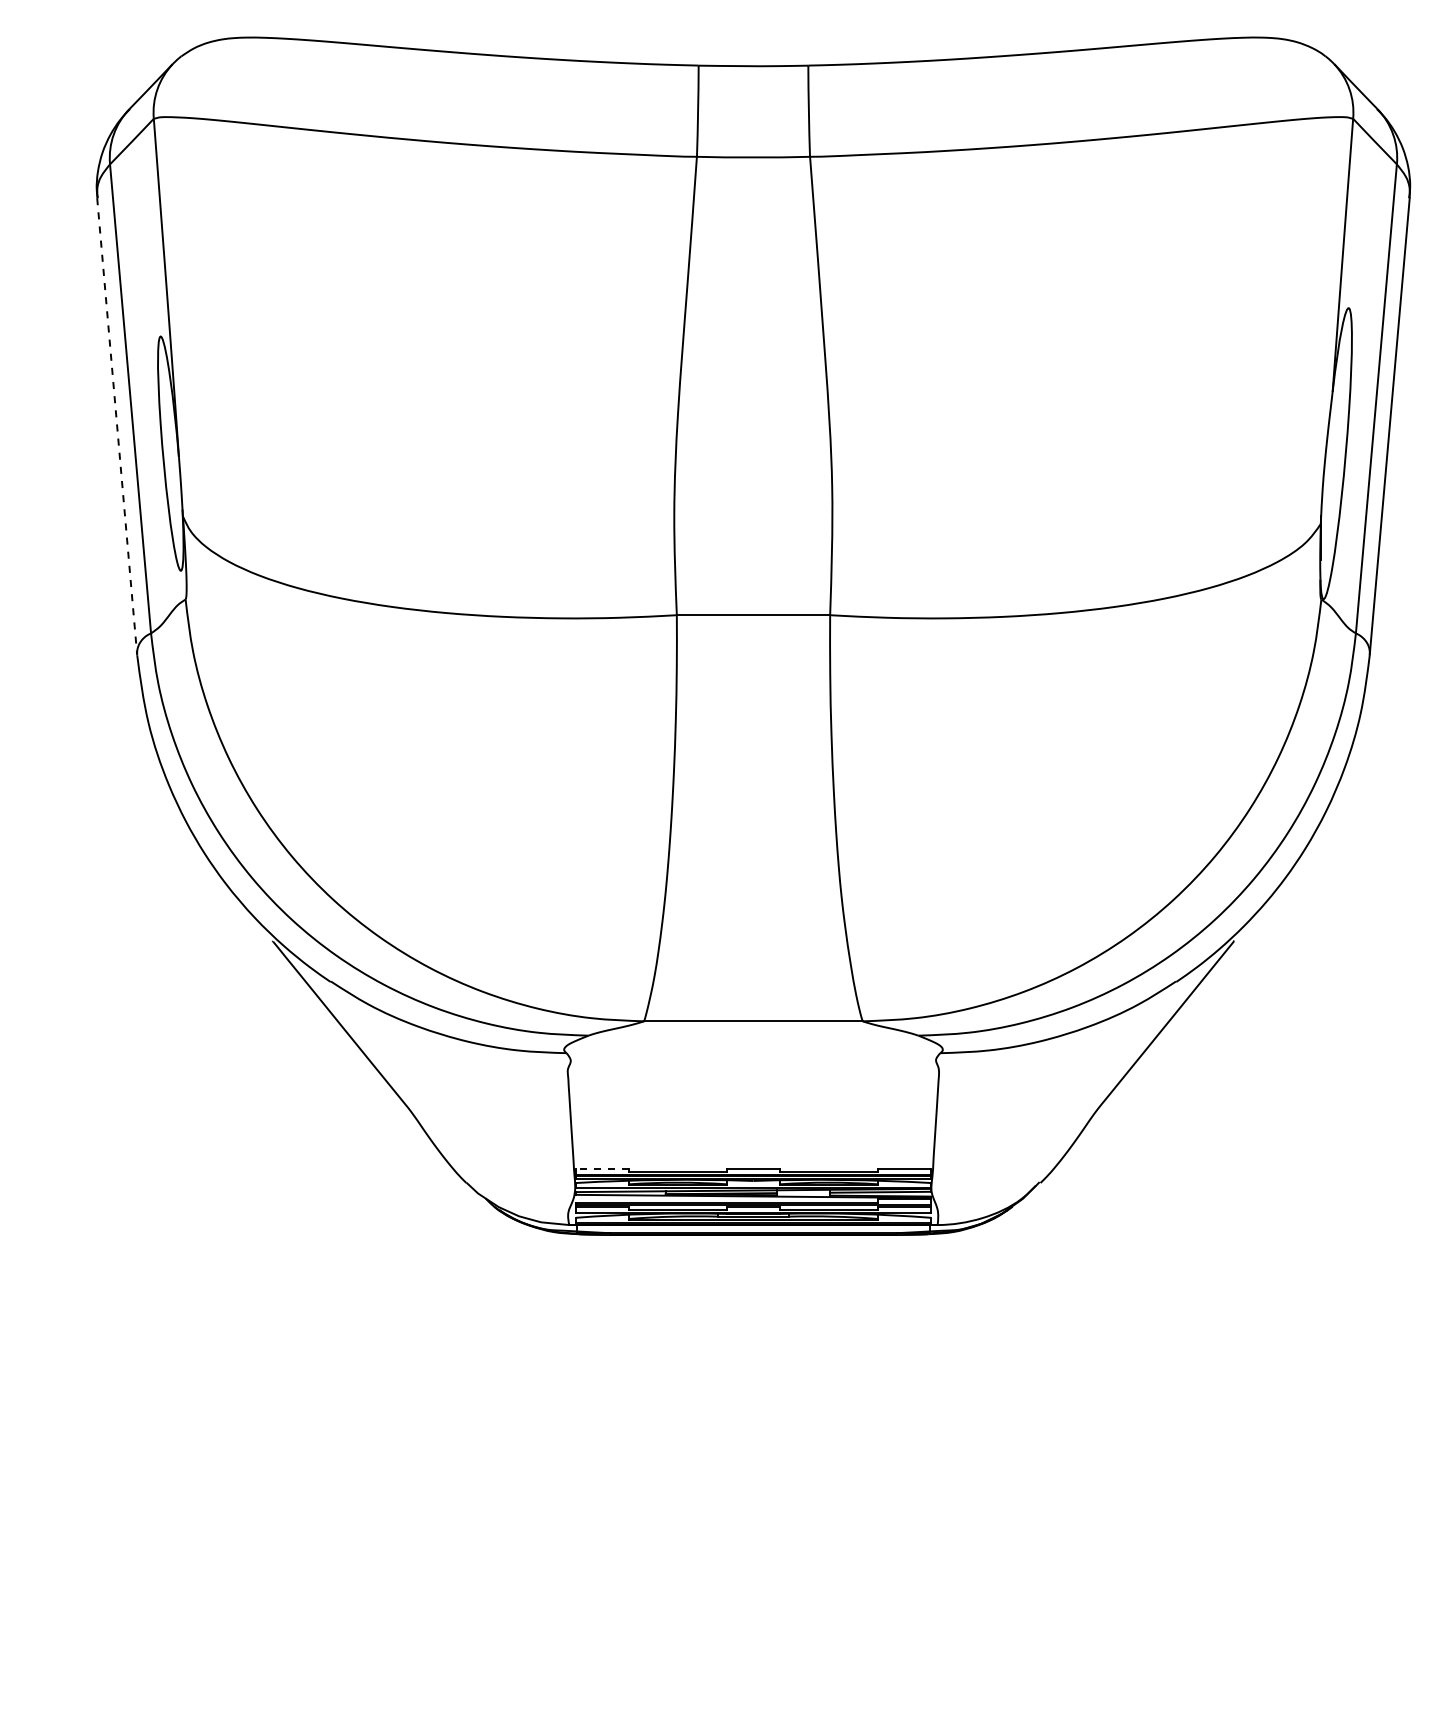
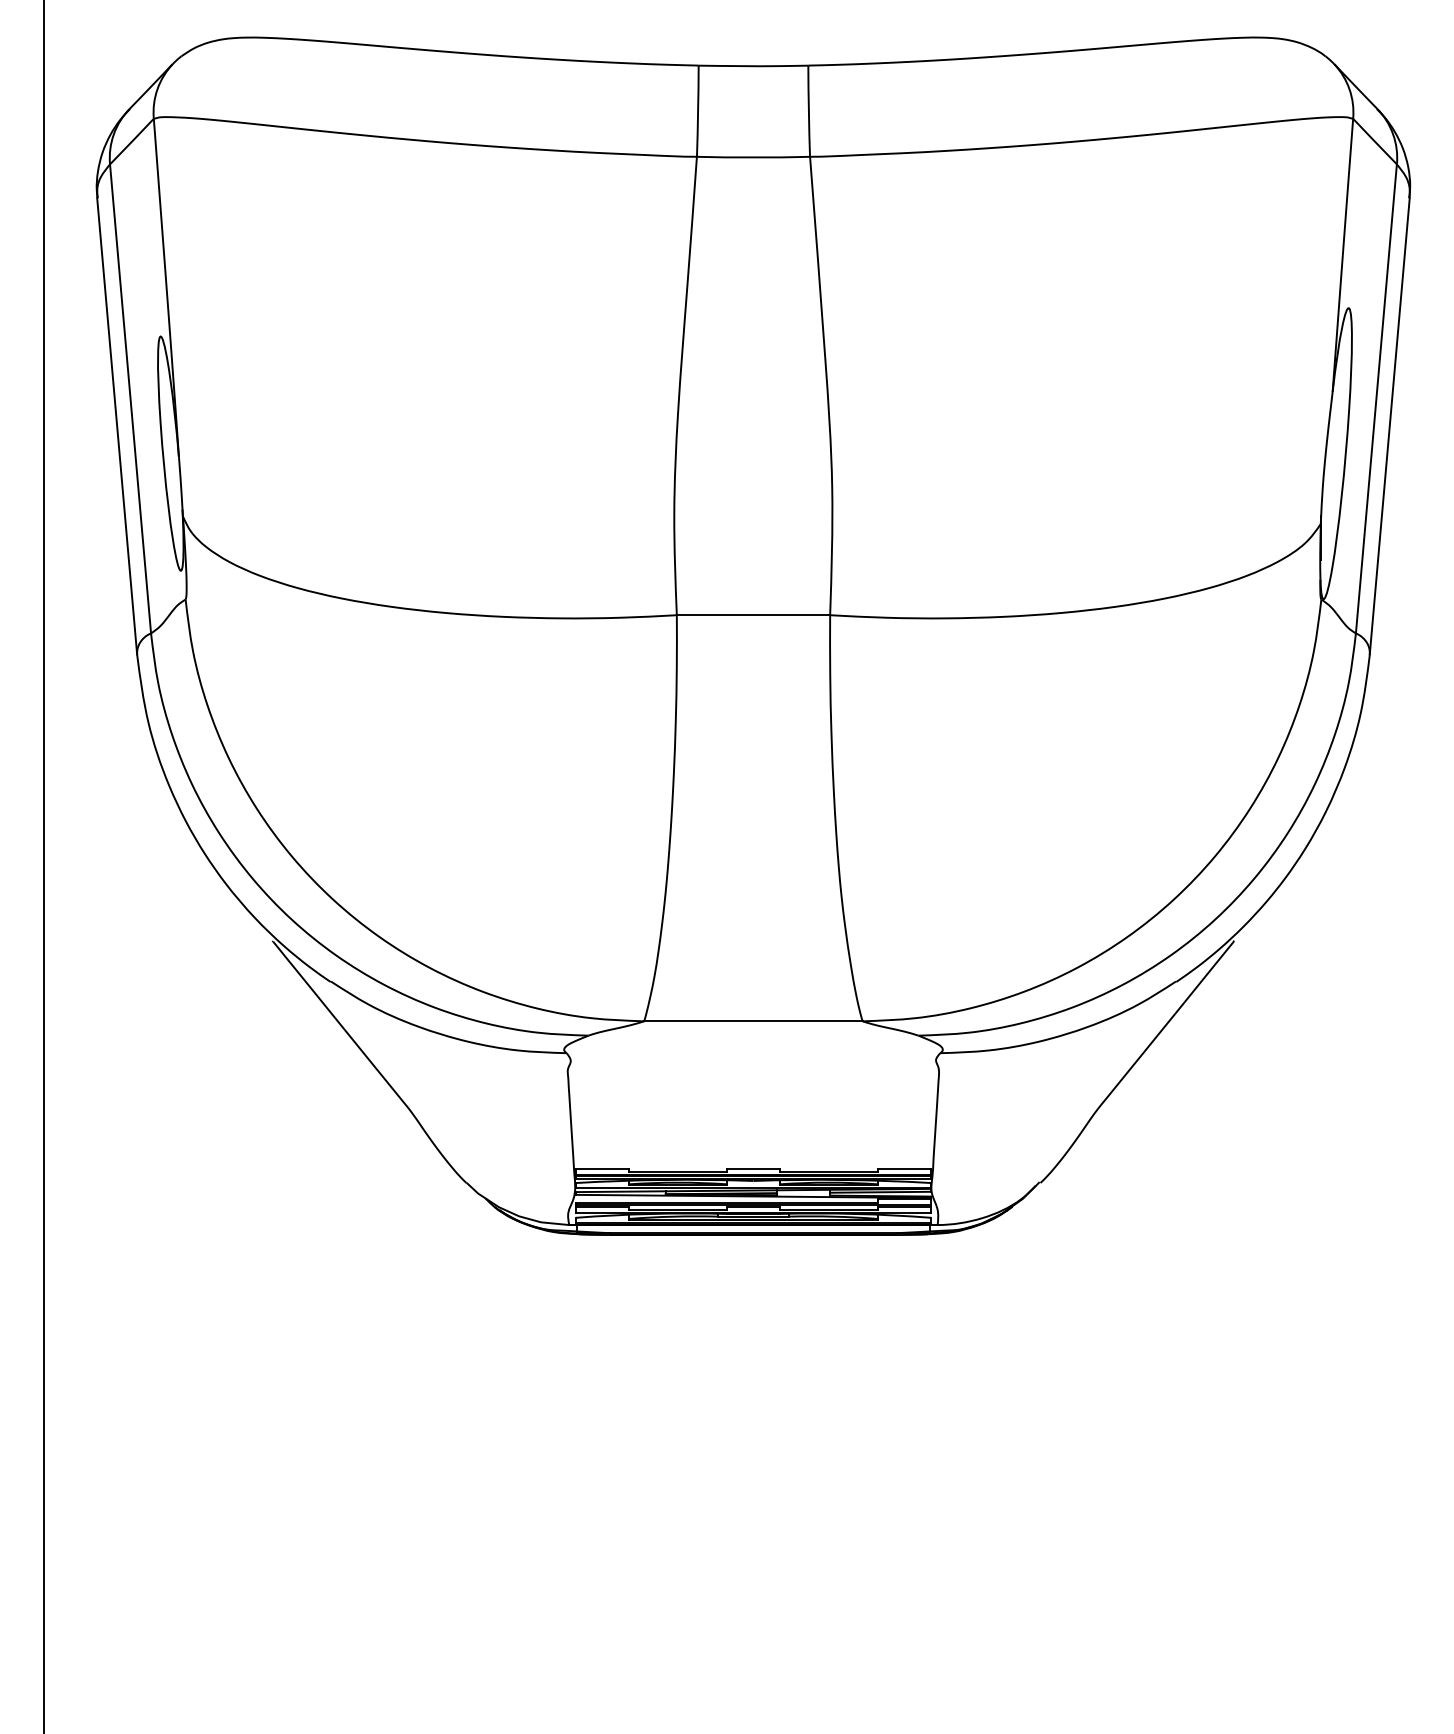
line at (117, 426): dashed -> solid
line at (43, 866): none -> present
line at (602, 1168): dashed -> solid
